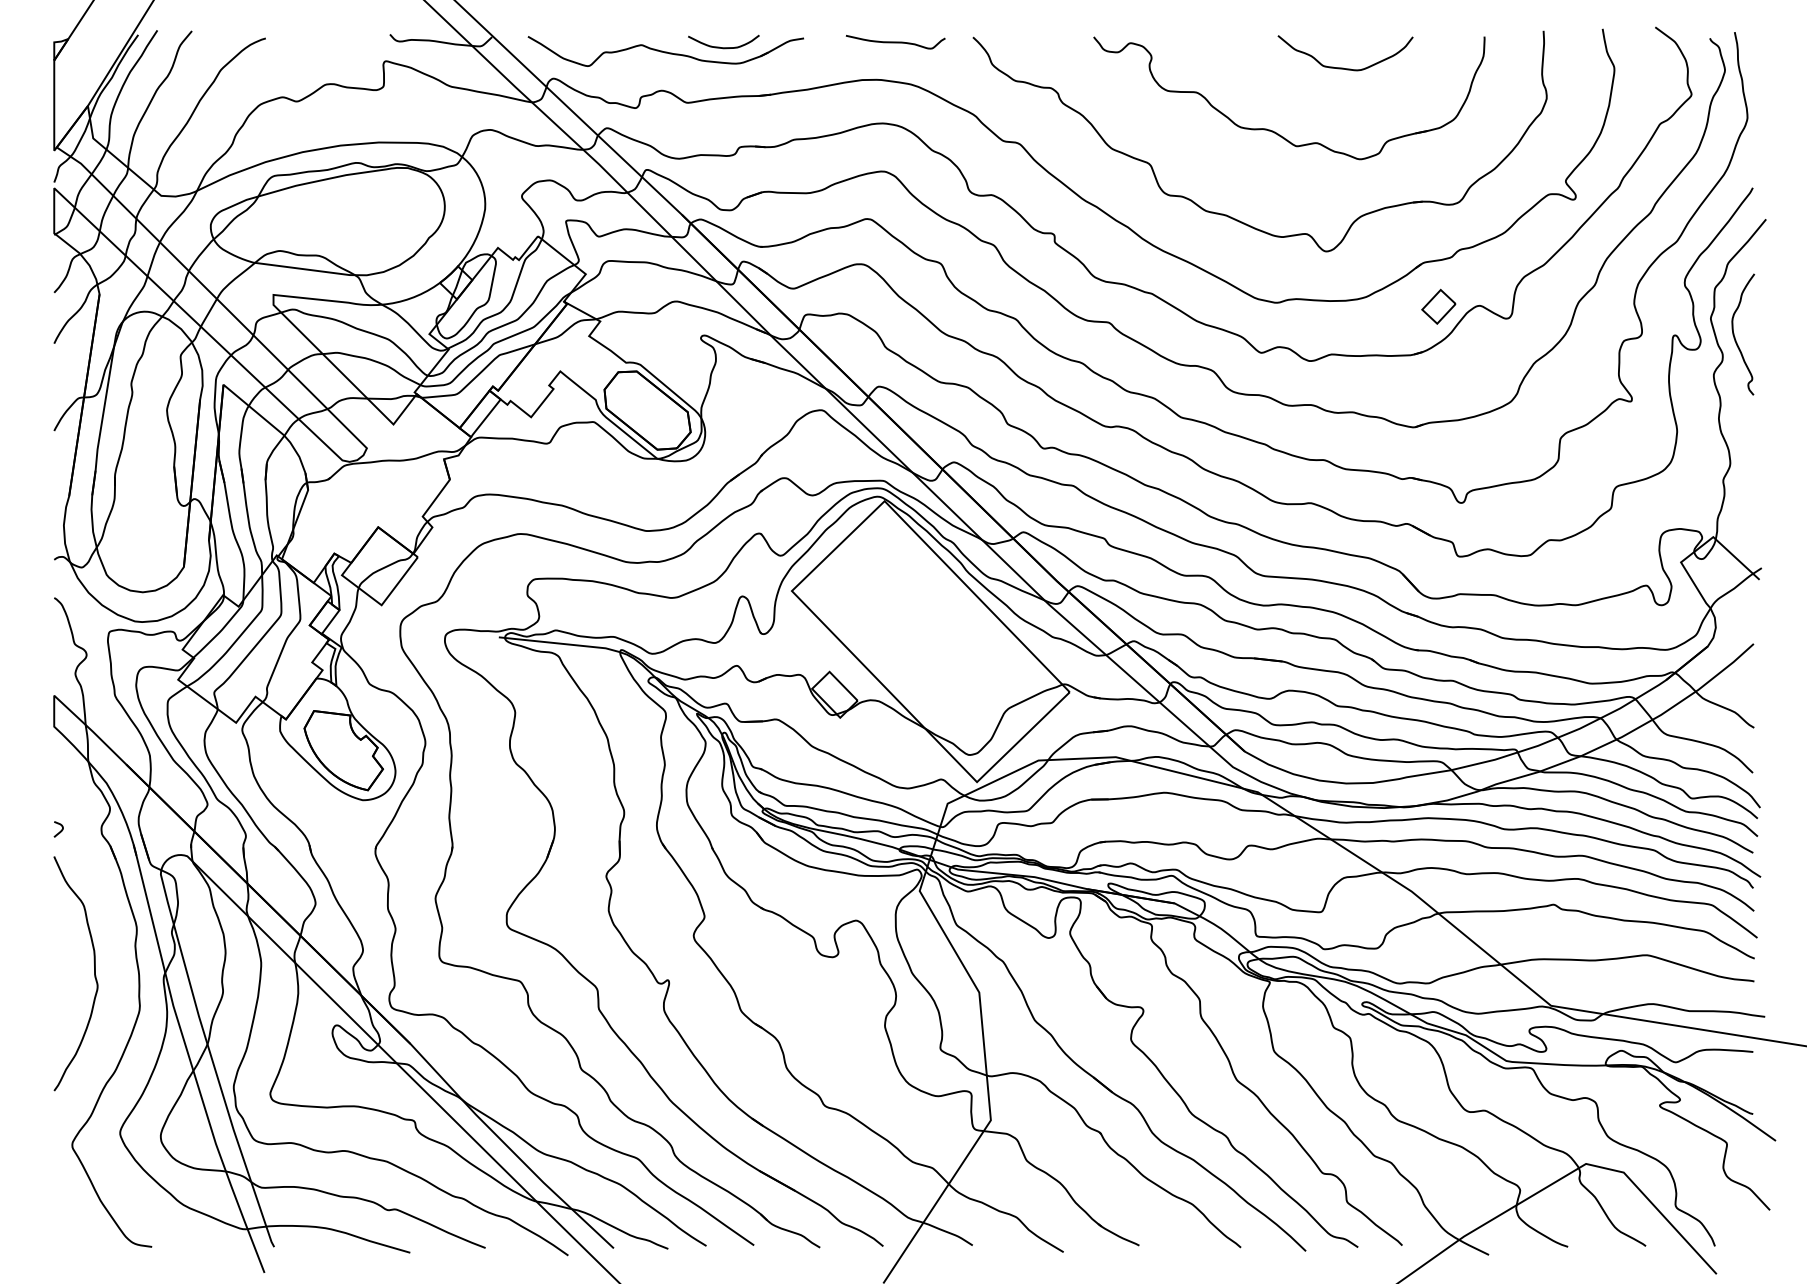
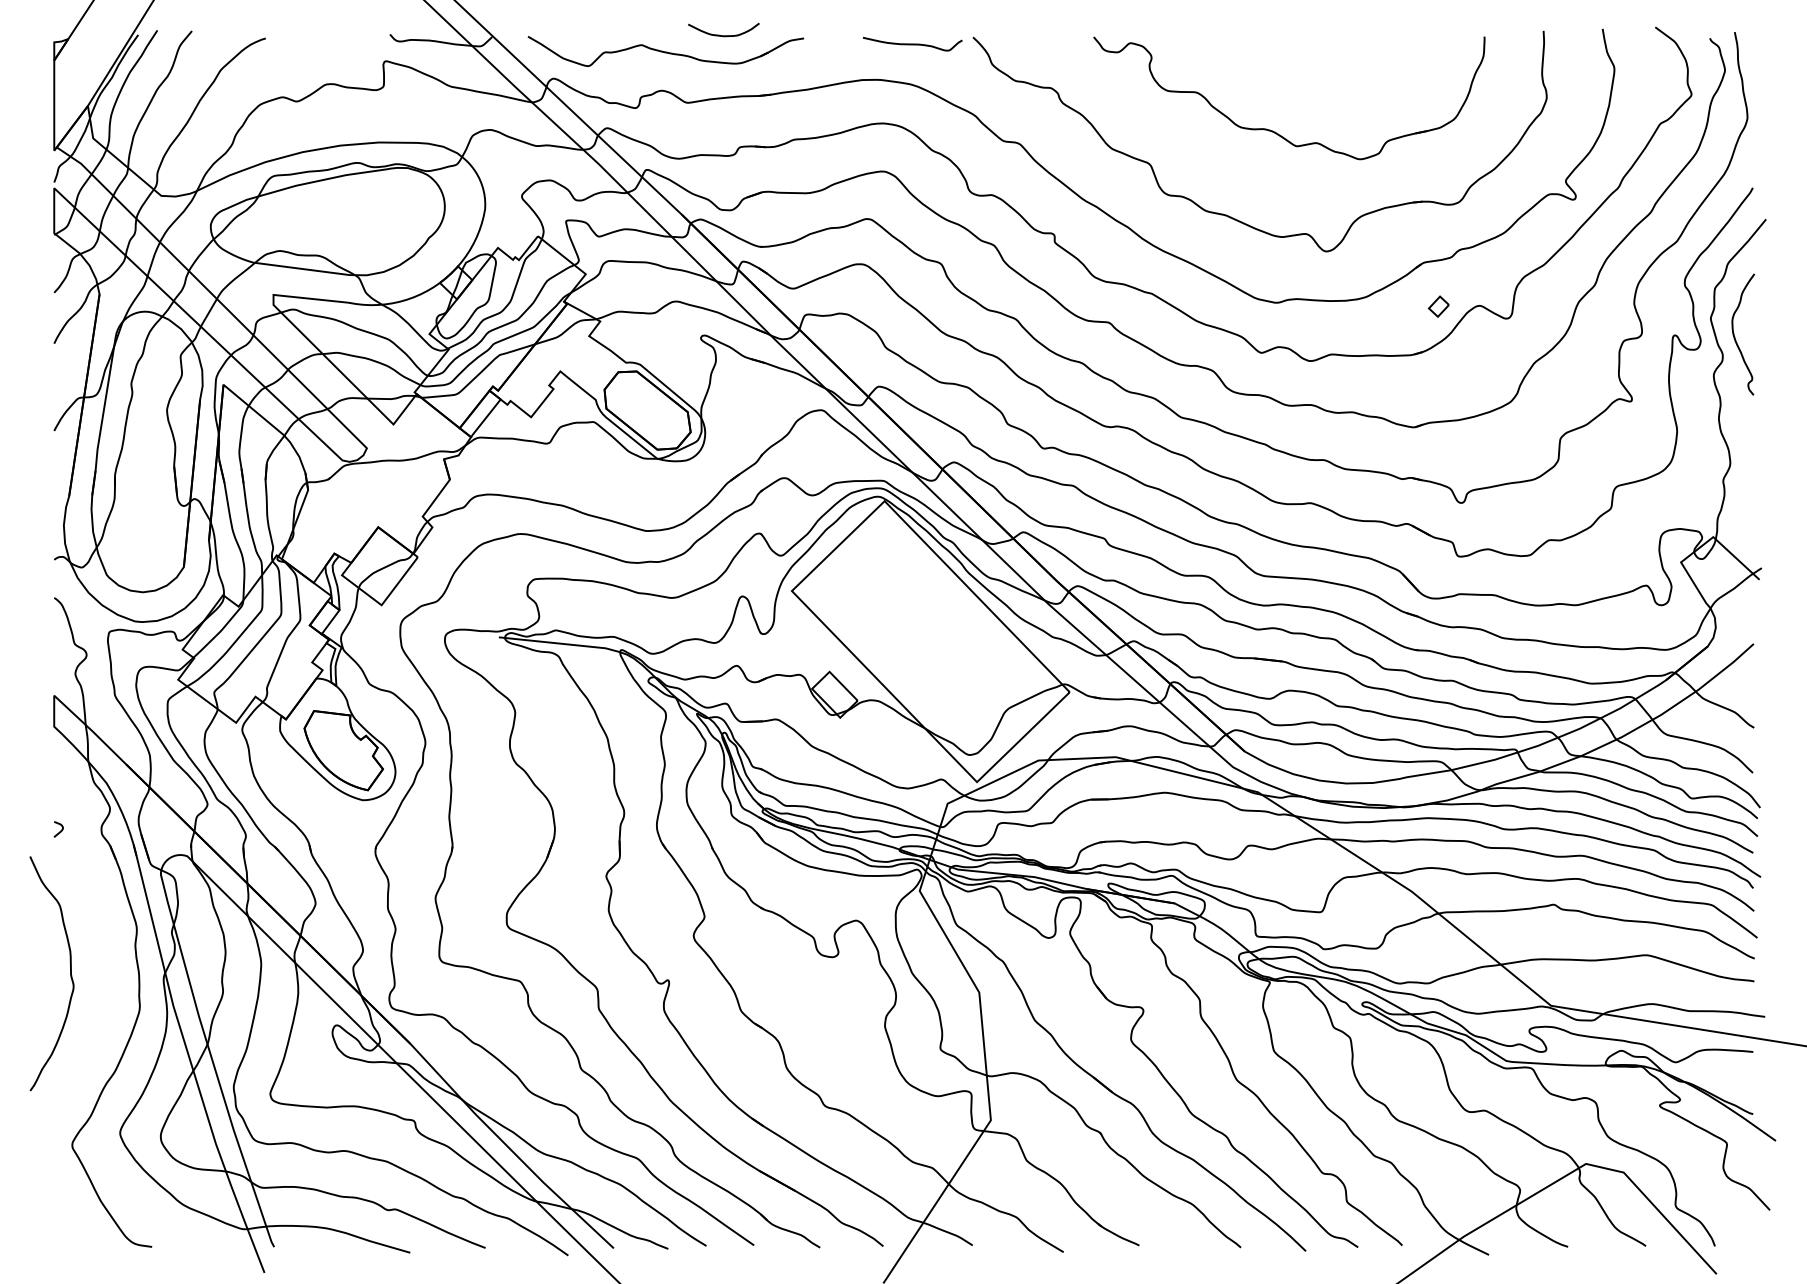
curve at (895, 42) position: (895, 42) -> (912, 44)
curve at (723, 47) position: (723, 47) -> (723, 35)
curve at (1343, 67): present -> none
part at (1438, 306) size: 36x37 px -> 23x23 px
curve at (94, 973) position: (94, 973) -> (70, 973)
